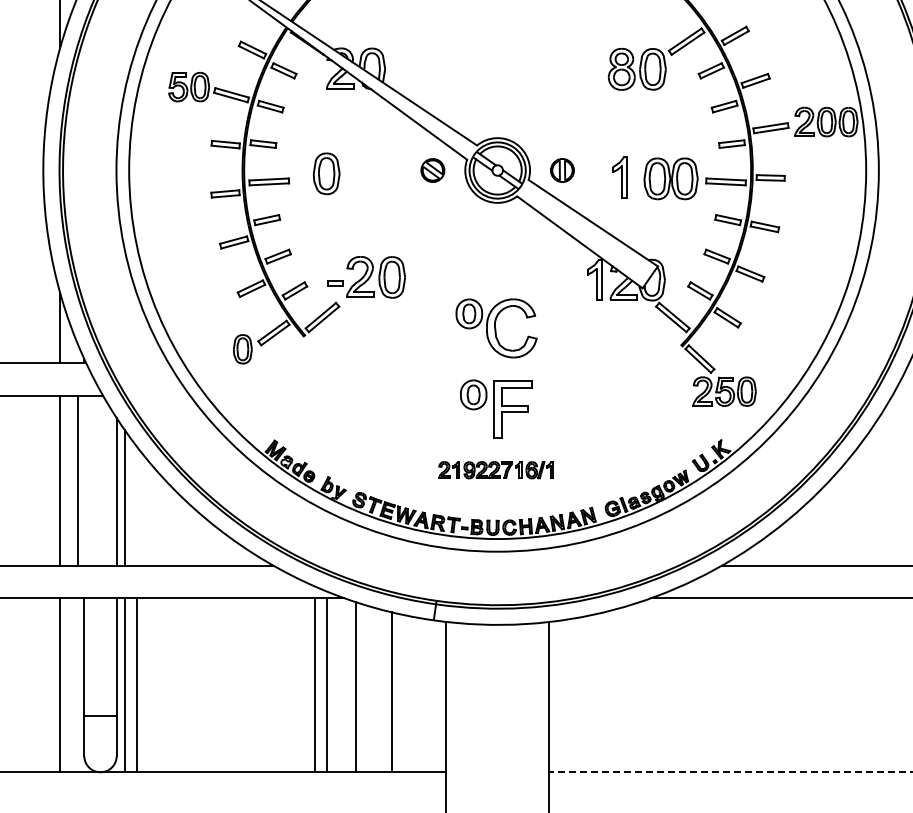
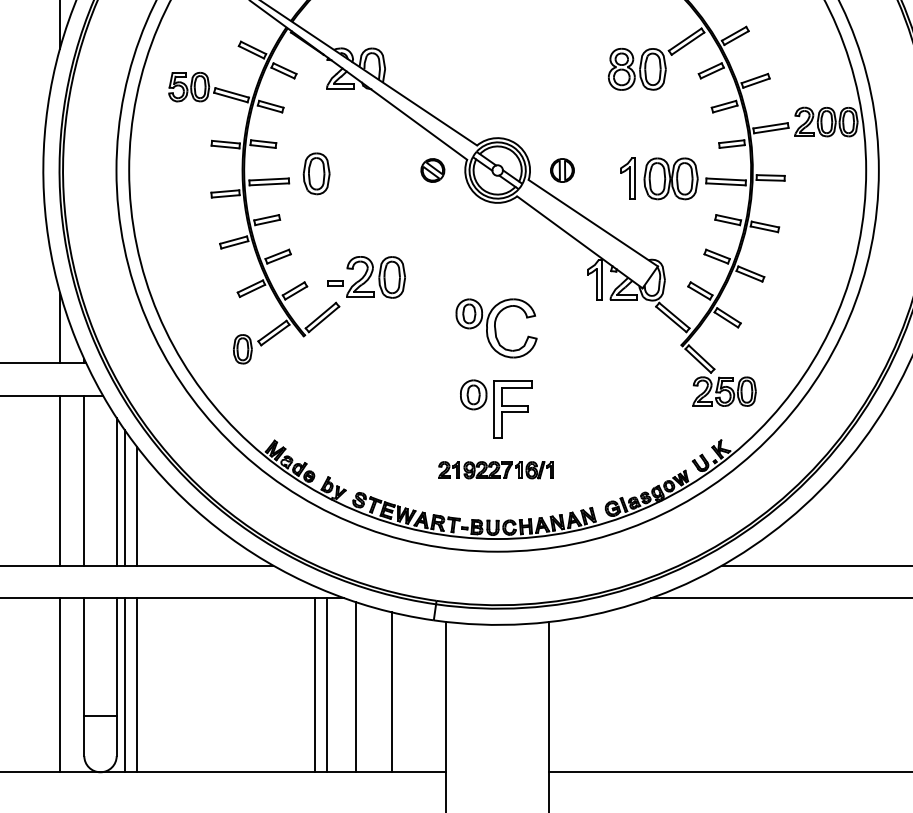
part at (326, 173) position: (326, 173) -> (316, 173)
part at (619, 177) position: (619, 177) -> (627, 178)
line at (78, 480) position: (78, 480) -> (84, 480)
line at (136, 505): none -> present
line at (730, 772): dashed -> solid
